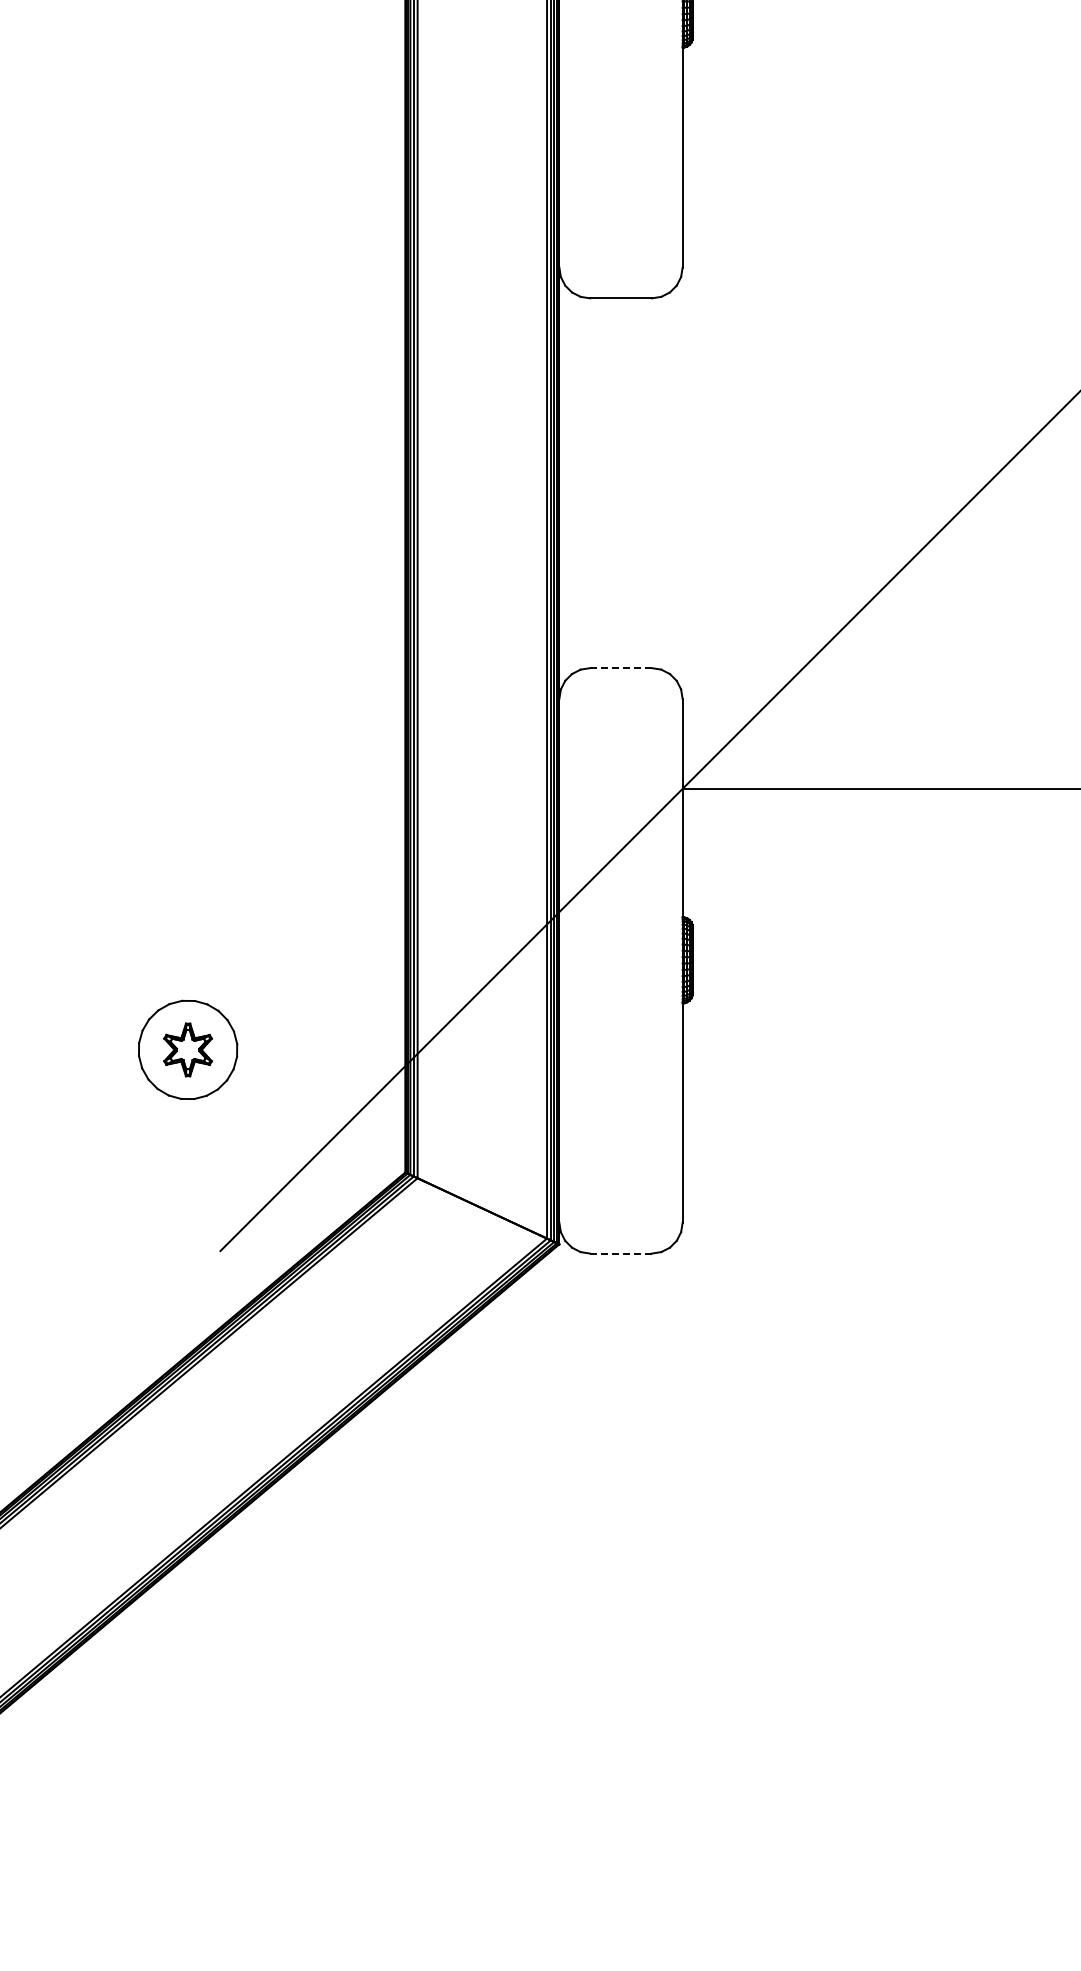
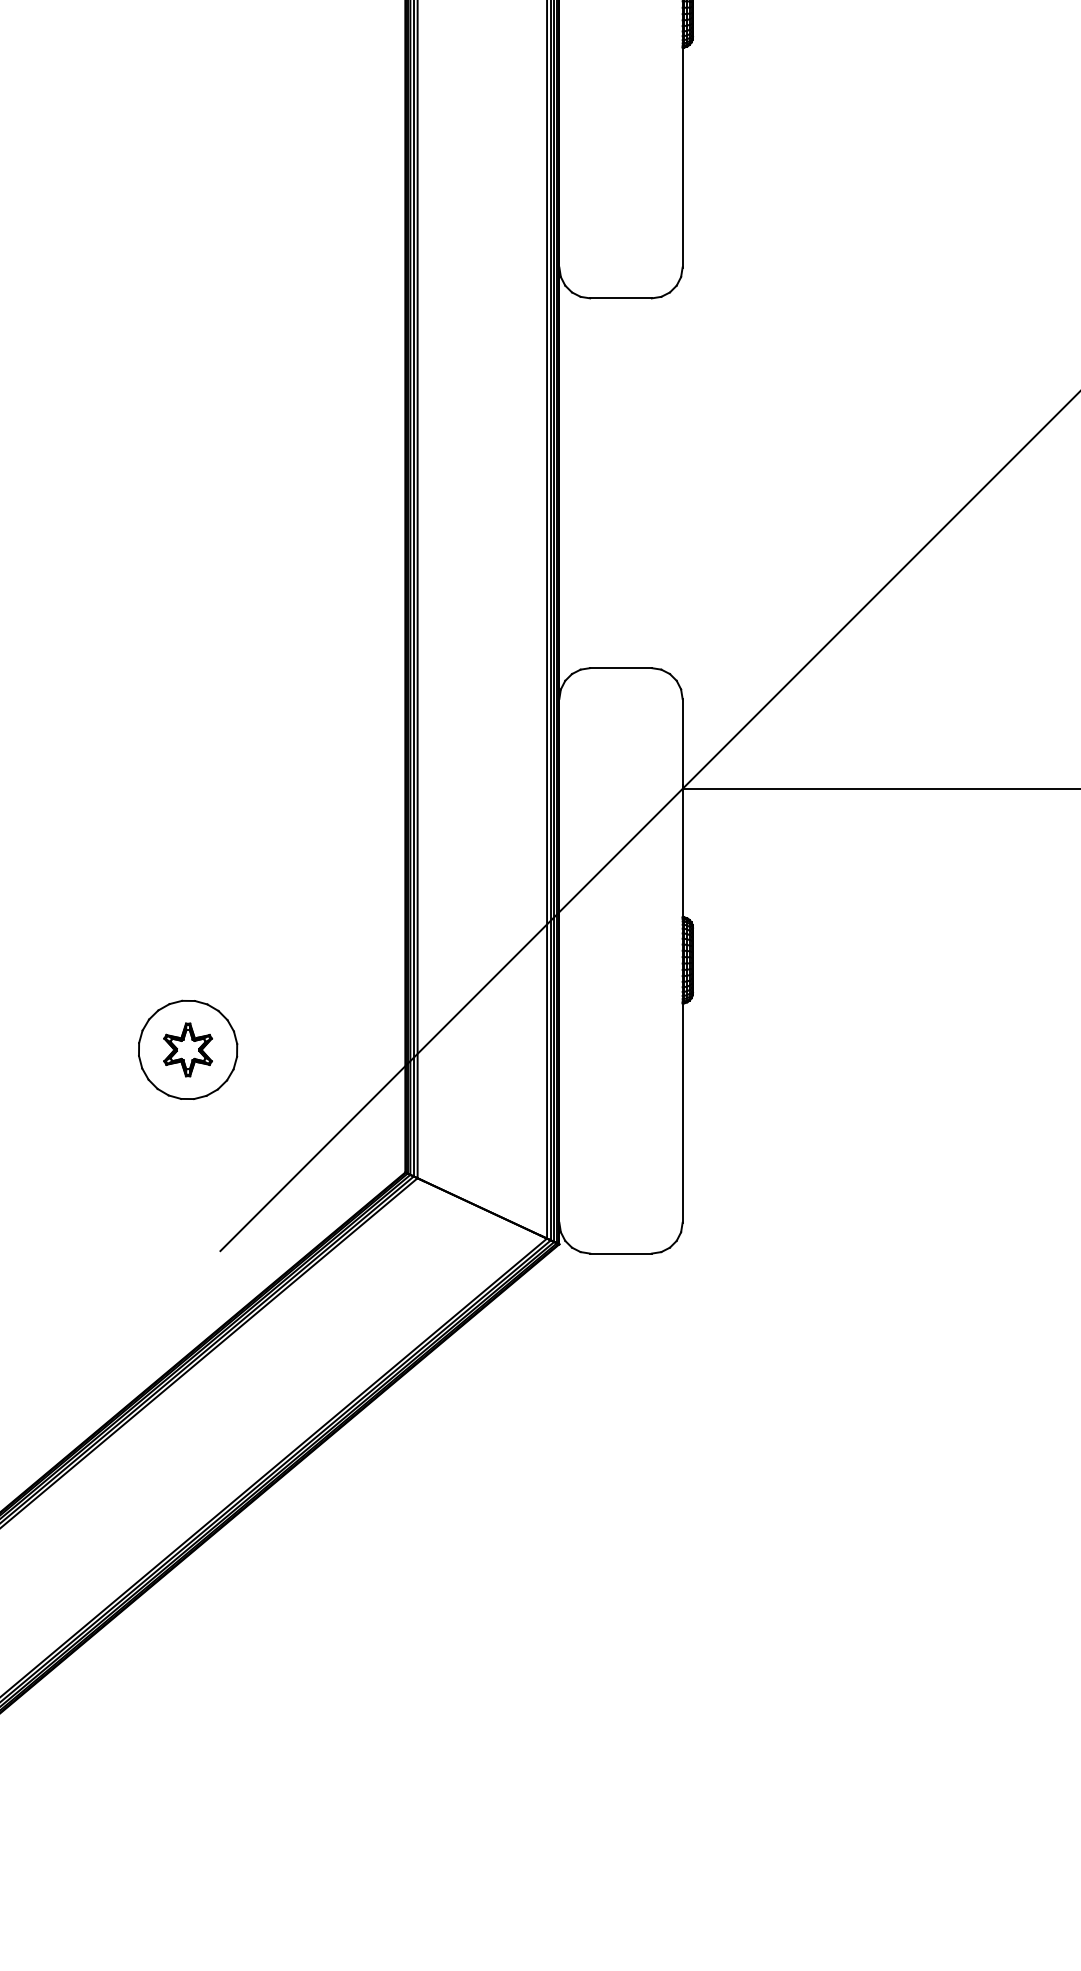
line at (621, 668): dashed -> solid
line at (621, 1253): dashed -> solid
